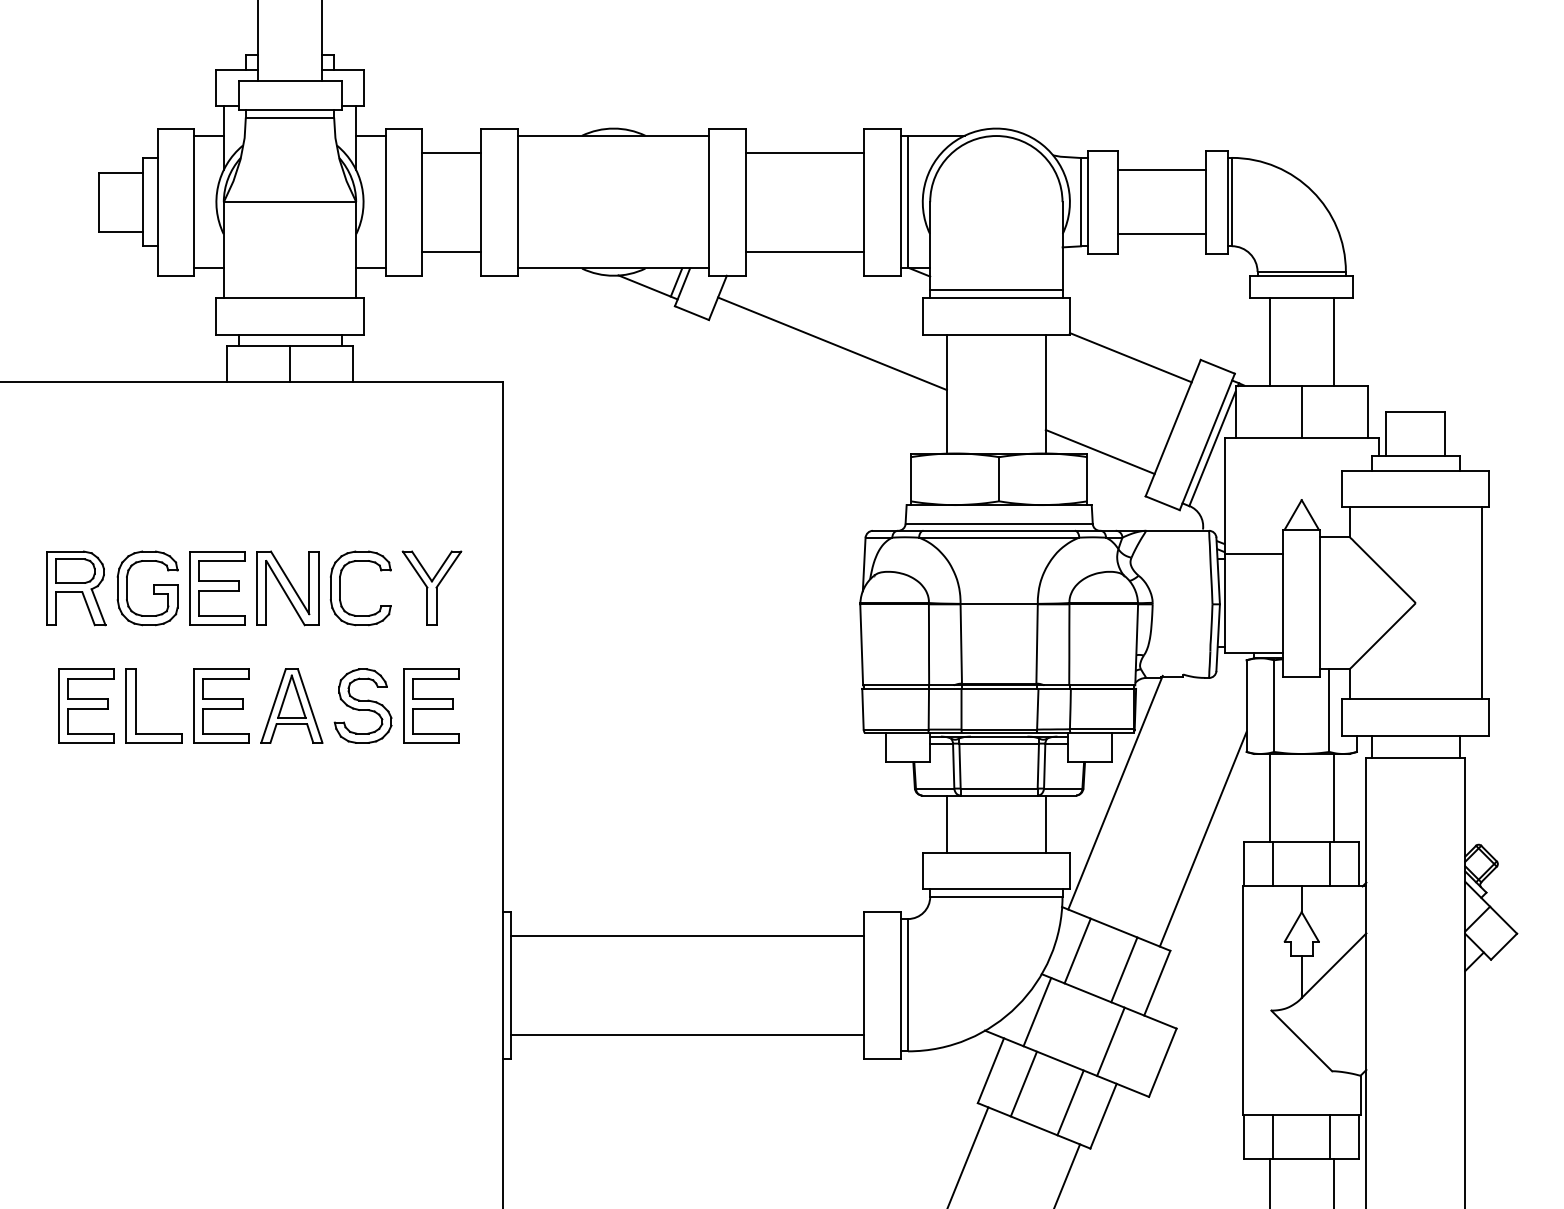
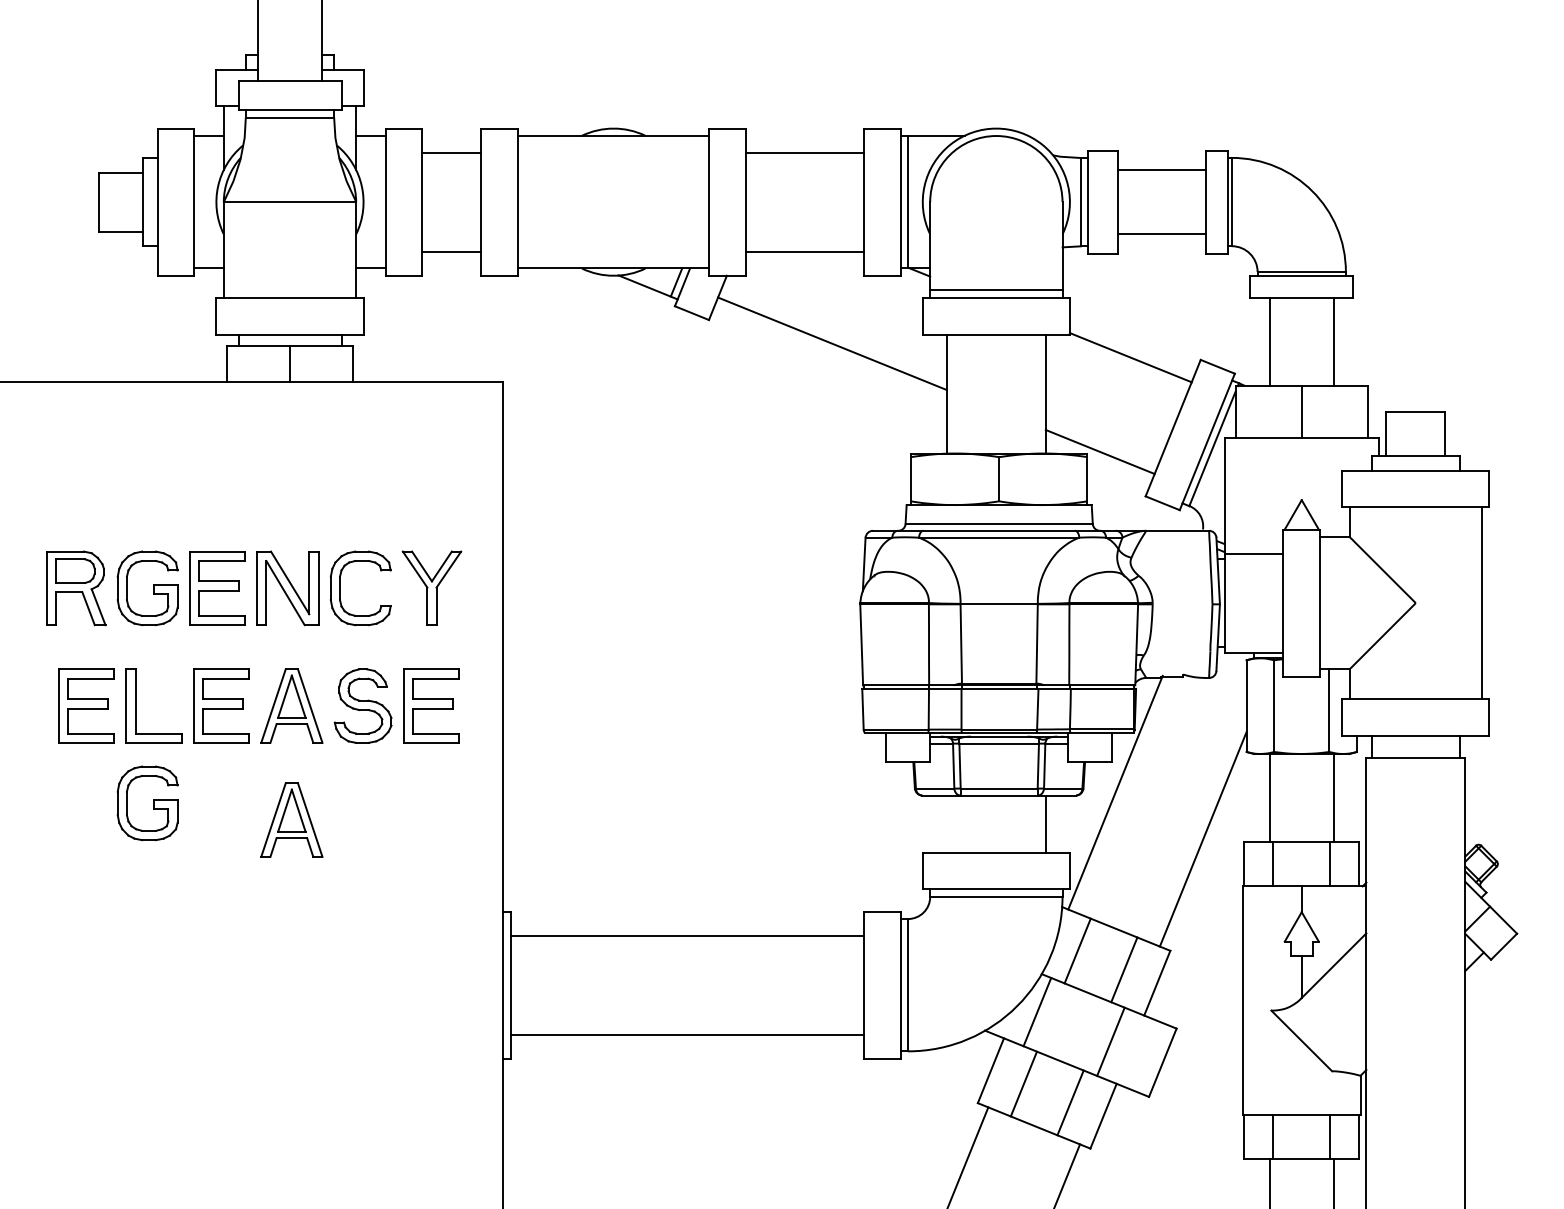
part at (147, 803): none -> present
part at (291, 819): none -> present
line at (946, 823): present -> none
